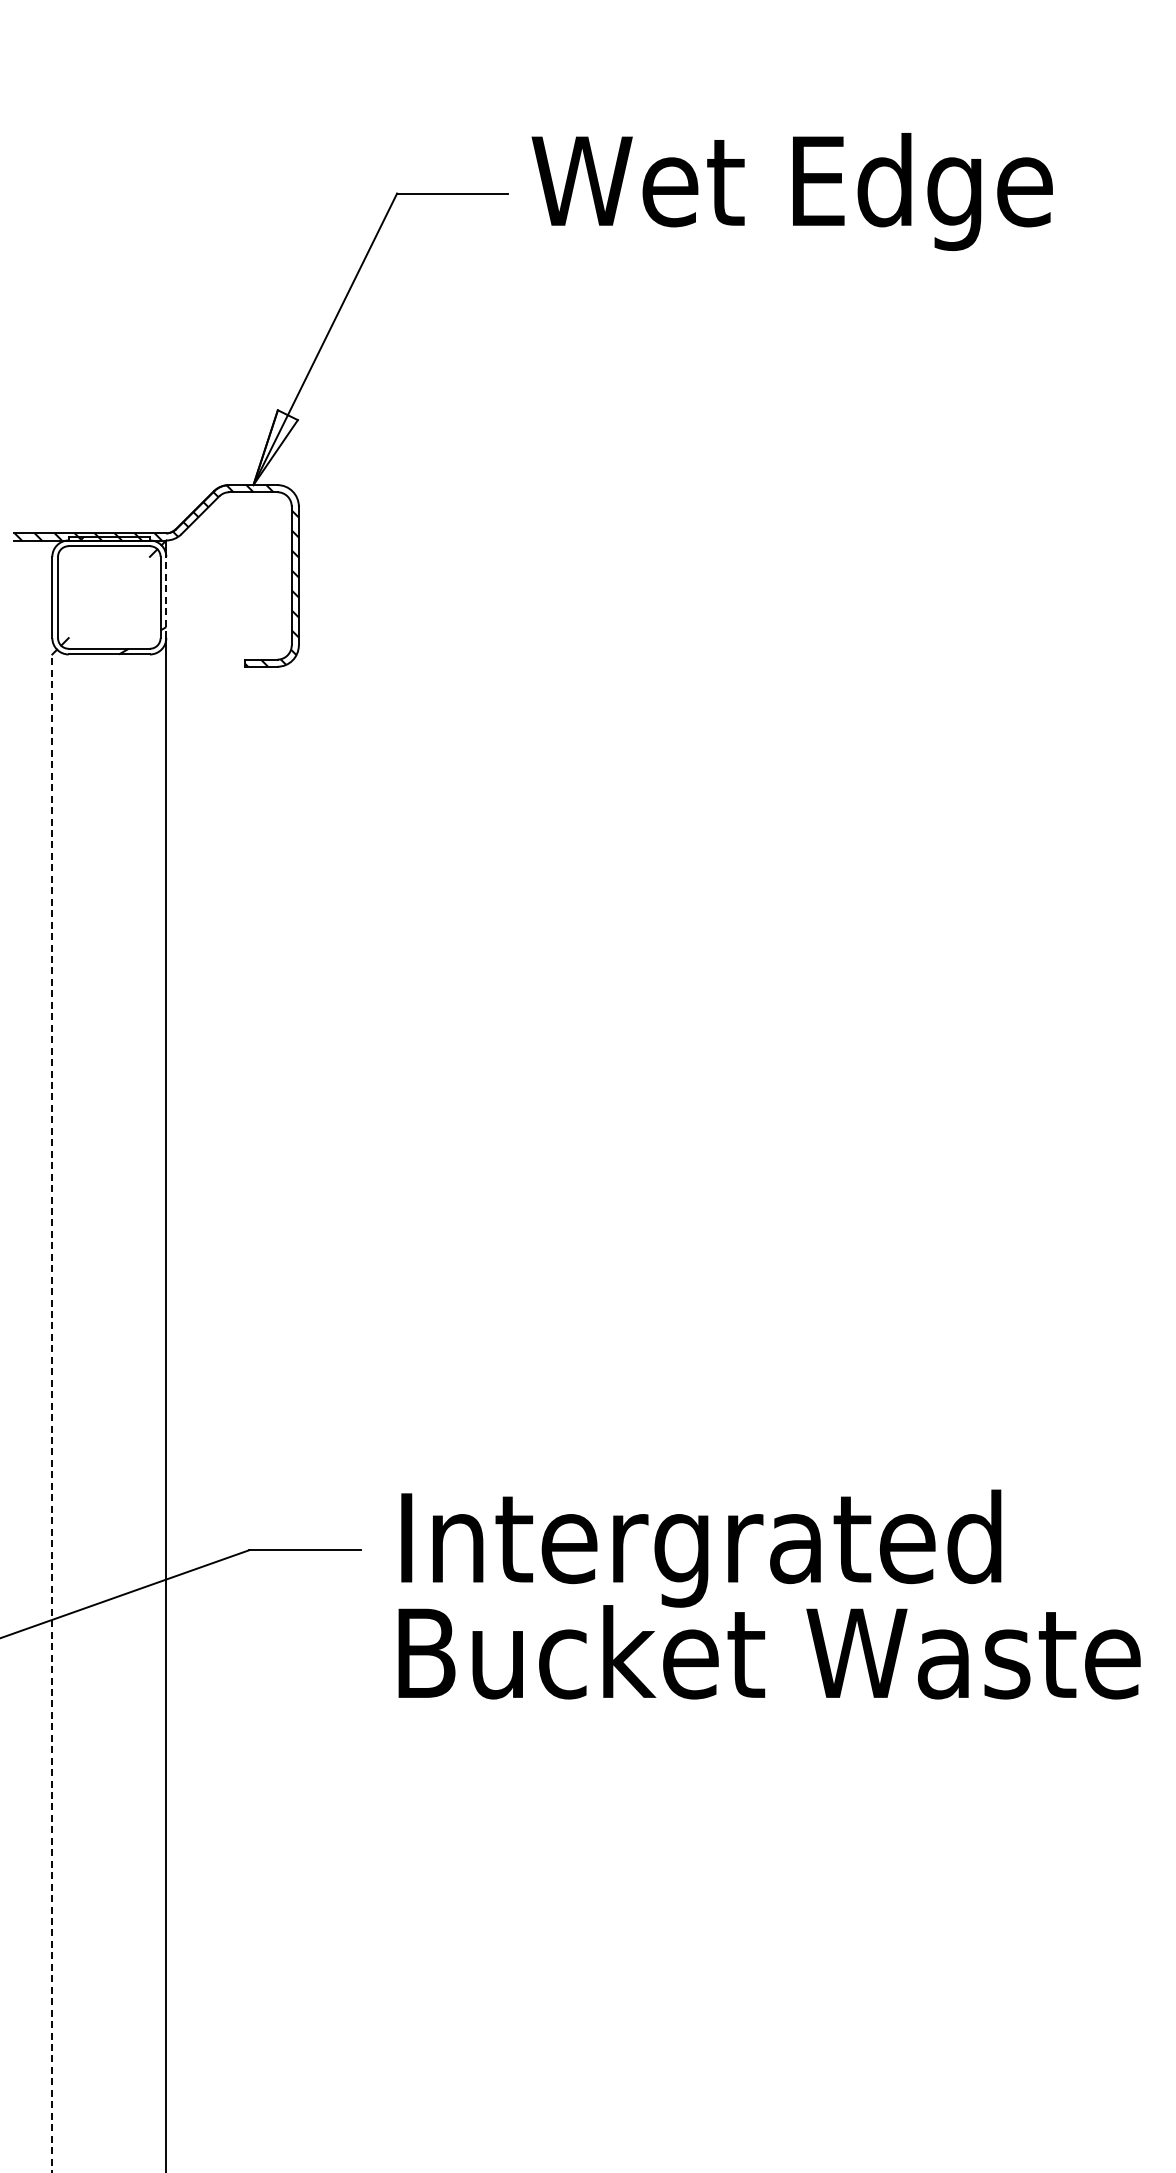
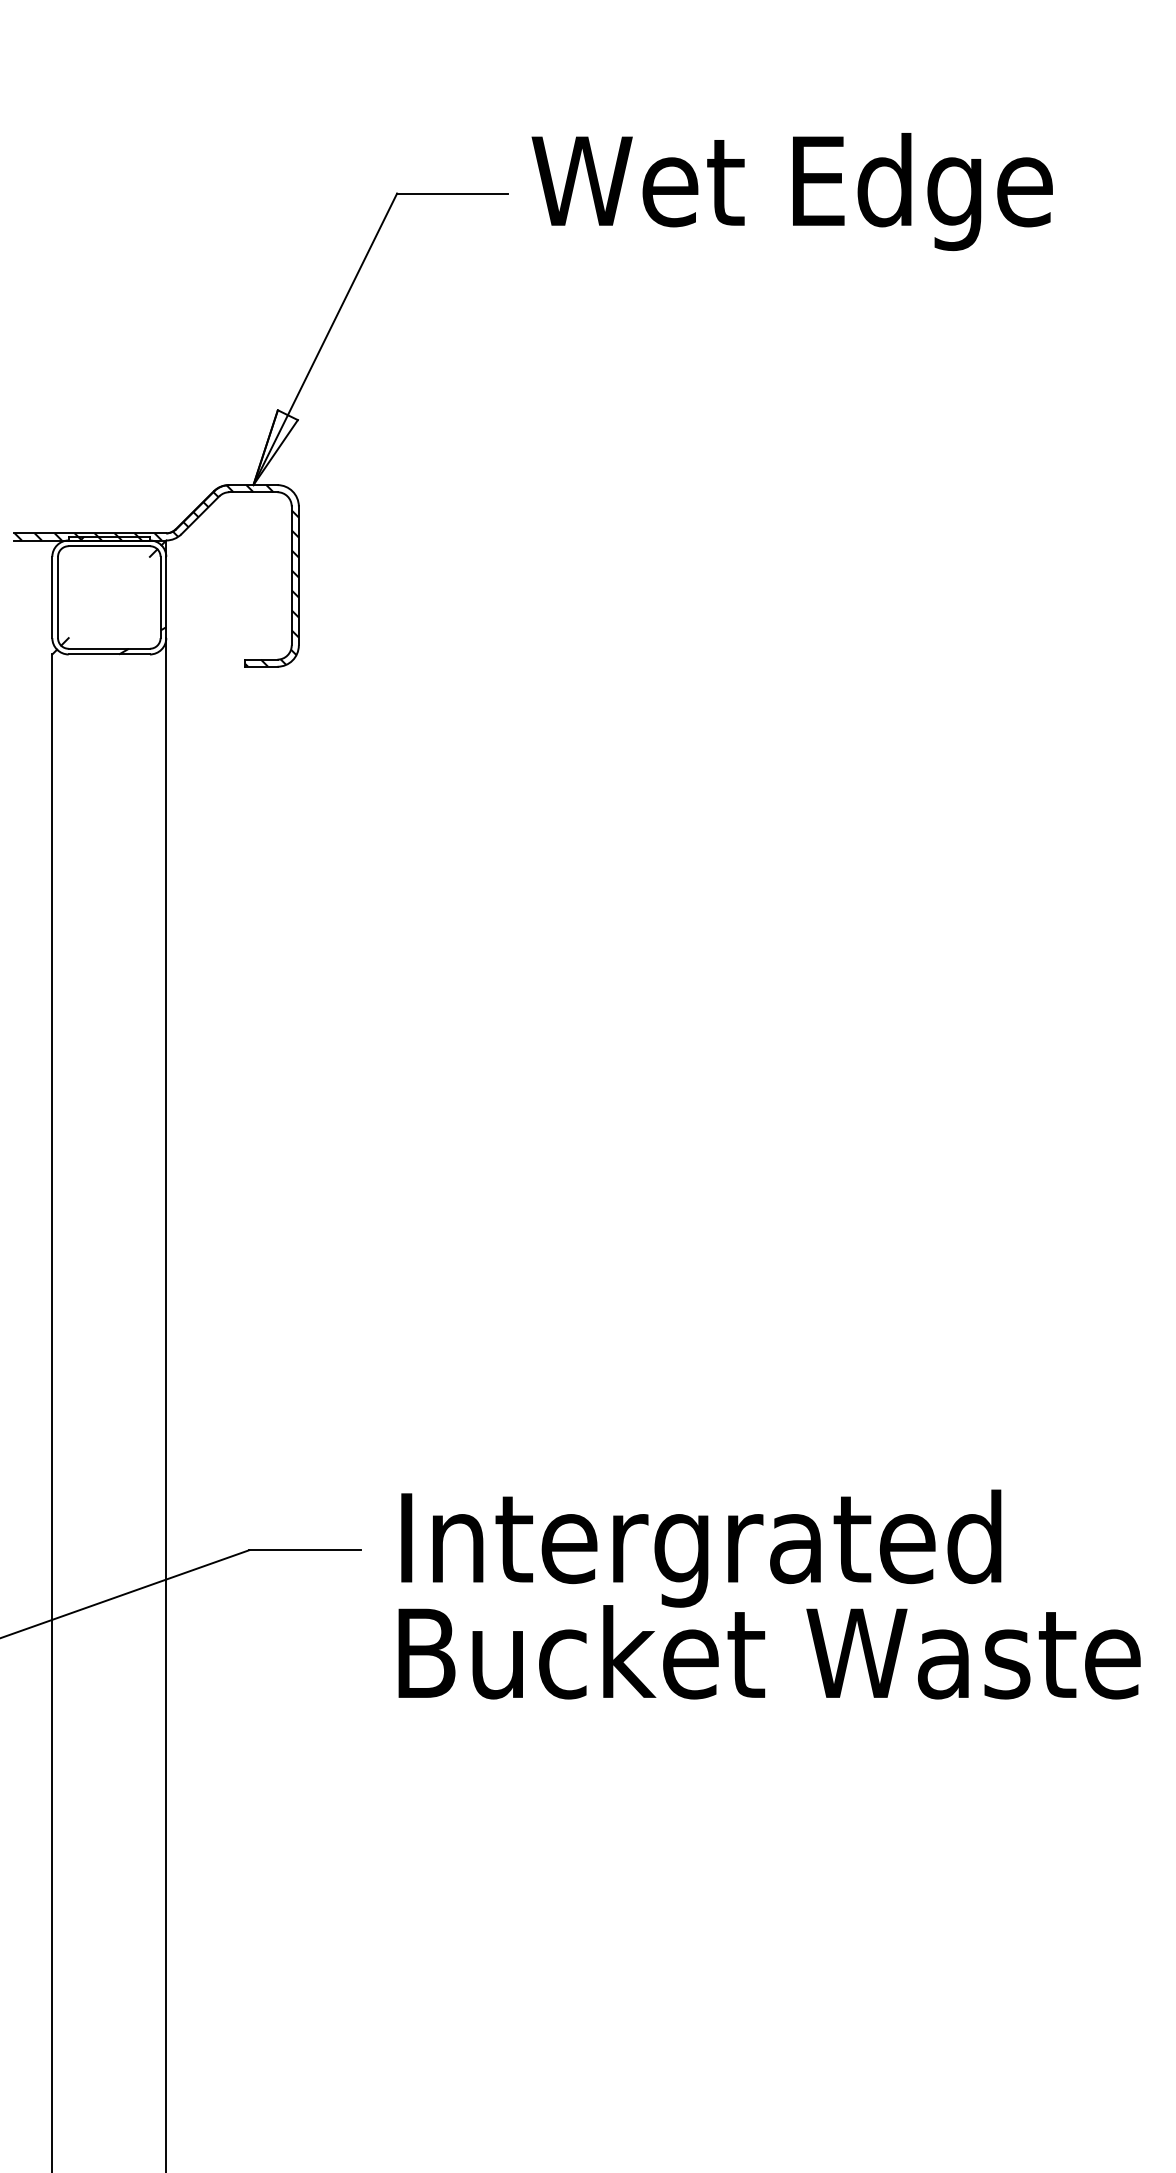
line at (166, 597): dashed -> solid
line at (52, 1413): dashed -> solid
